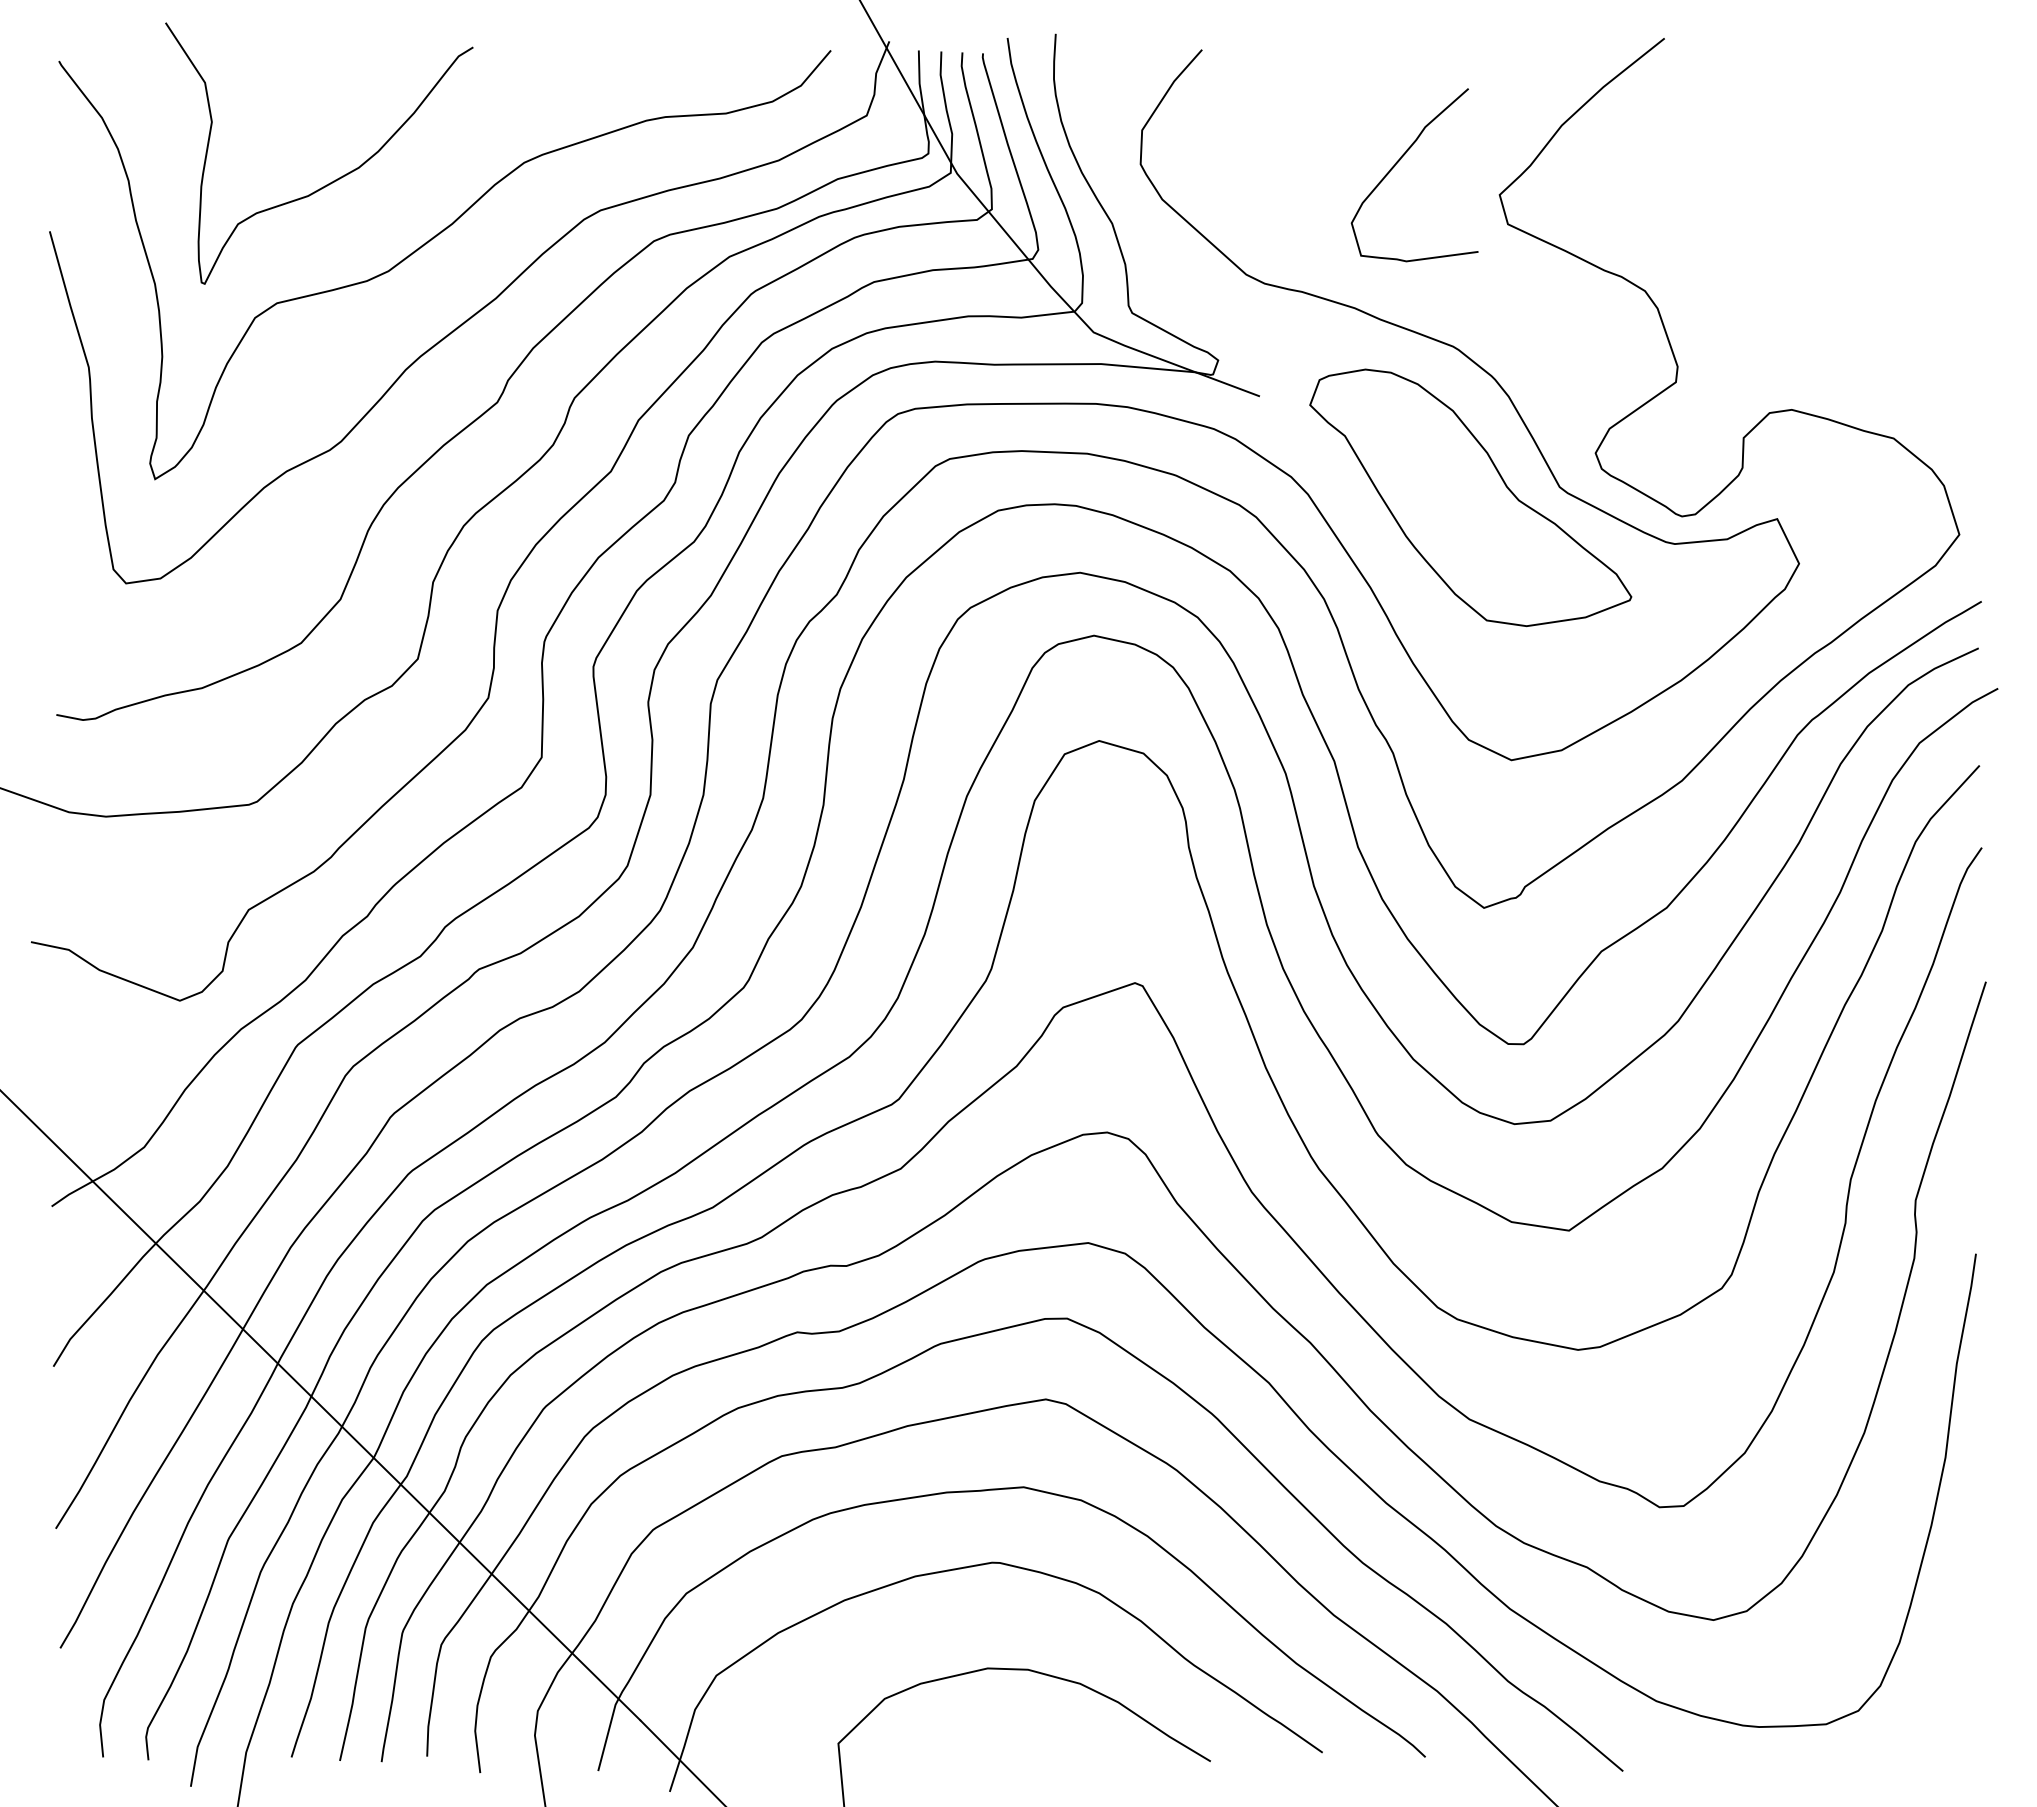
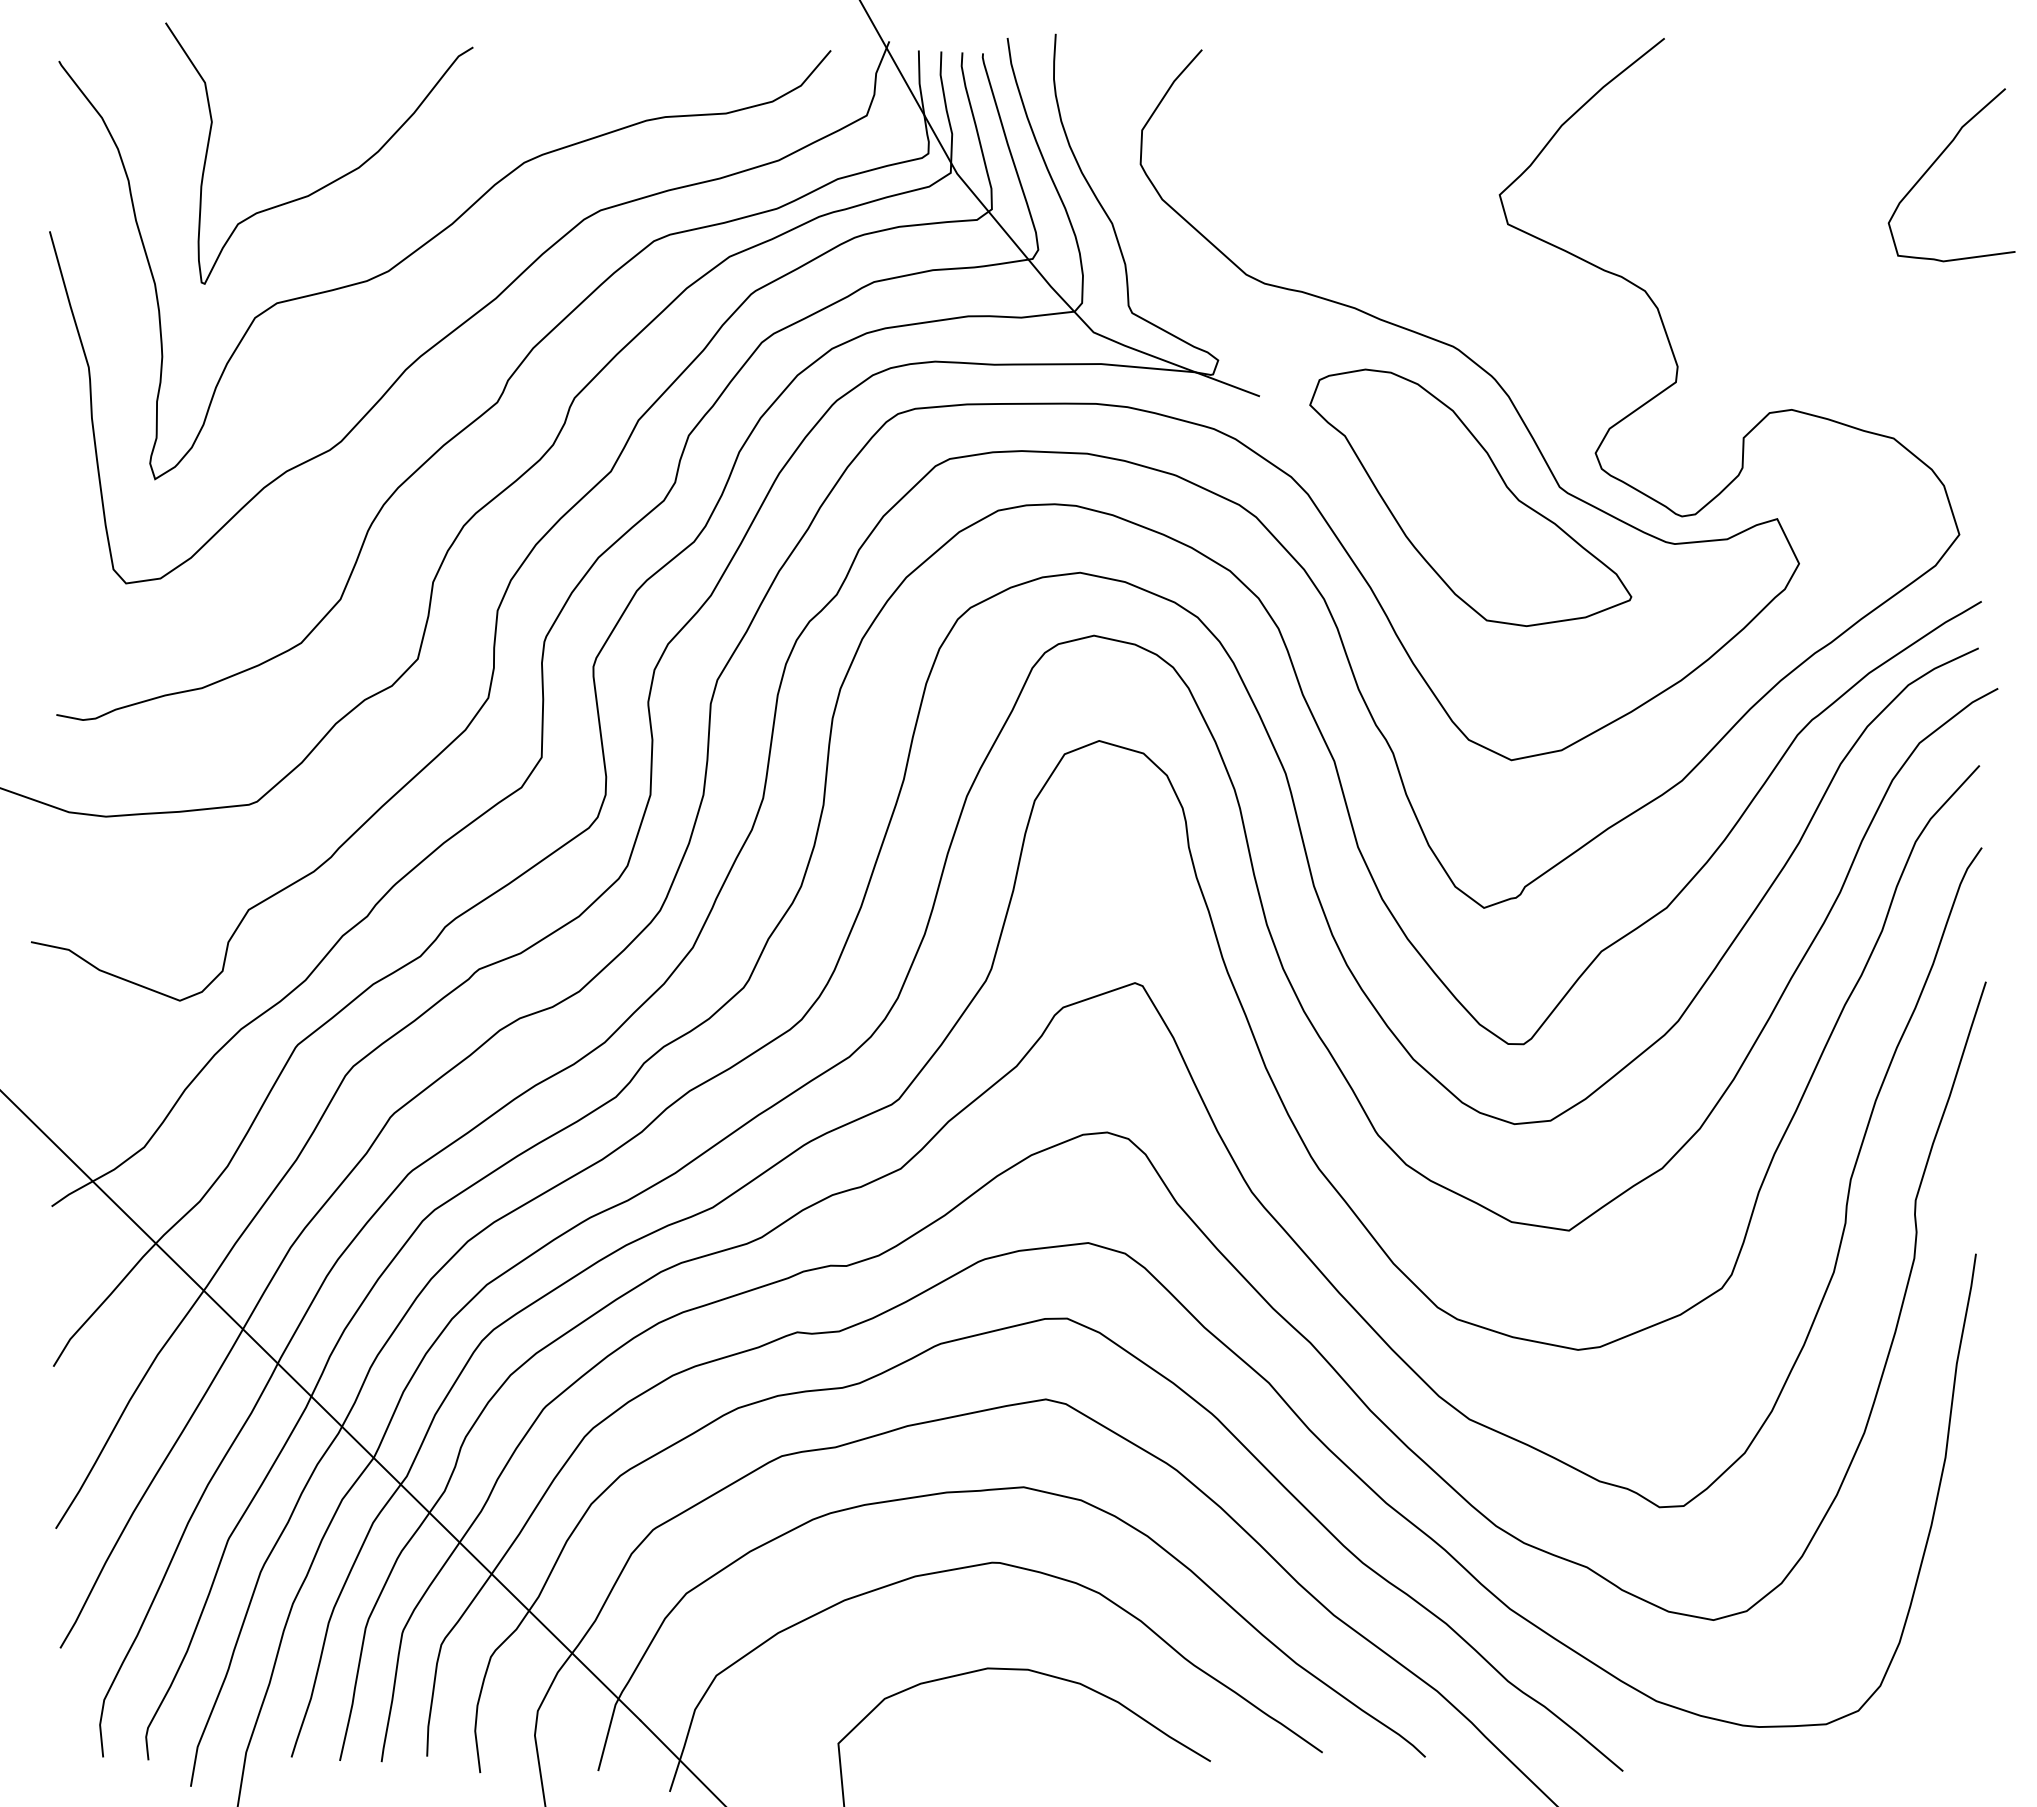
curve at (1400, 160) position: (1400, 160) -> (1937, 160)
